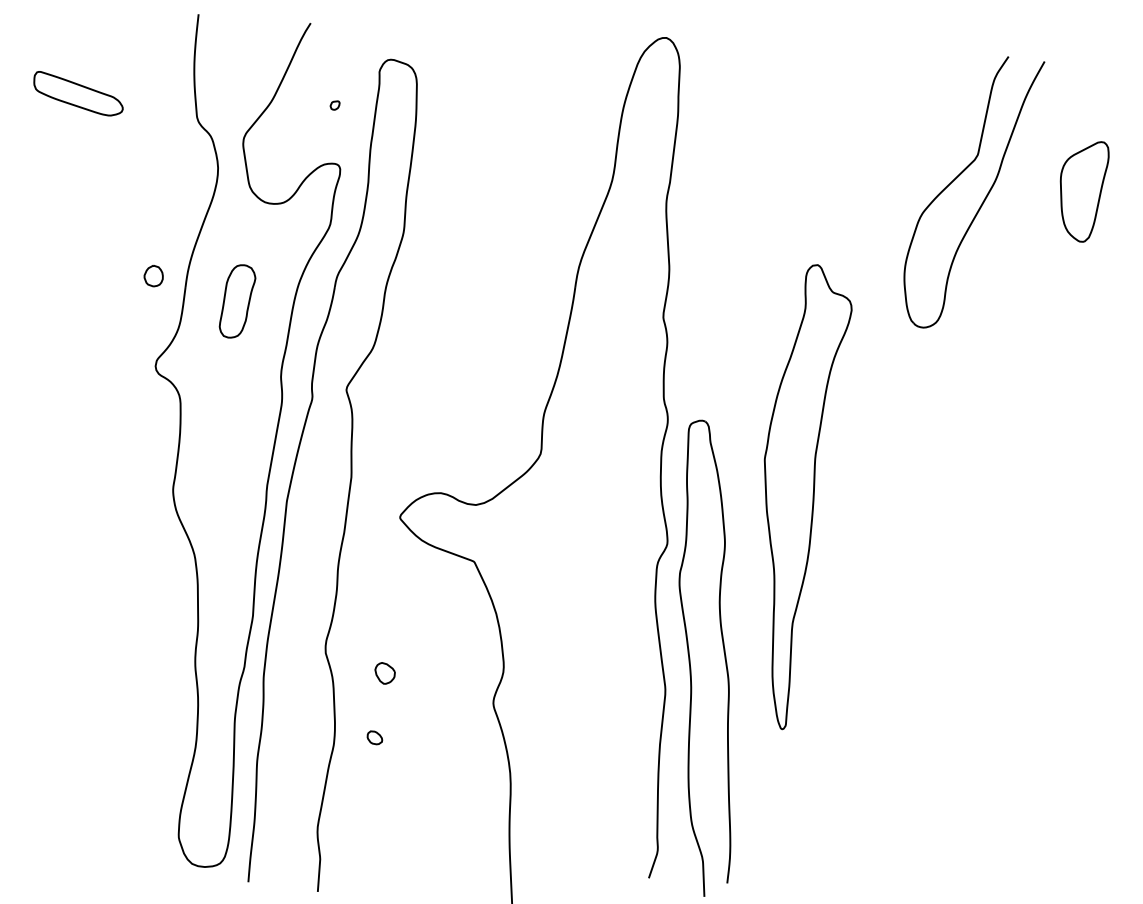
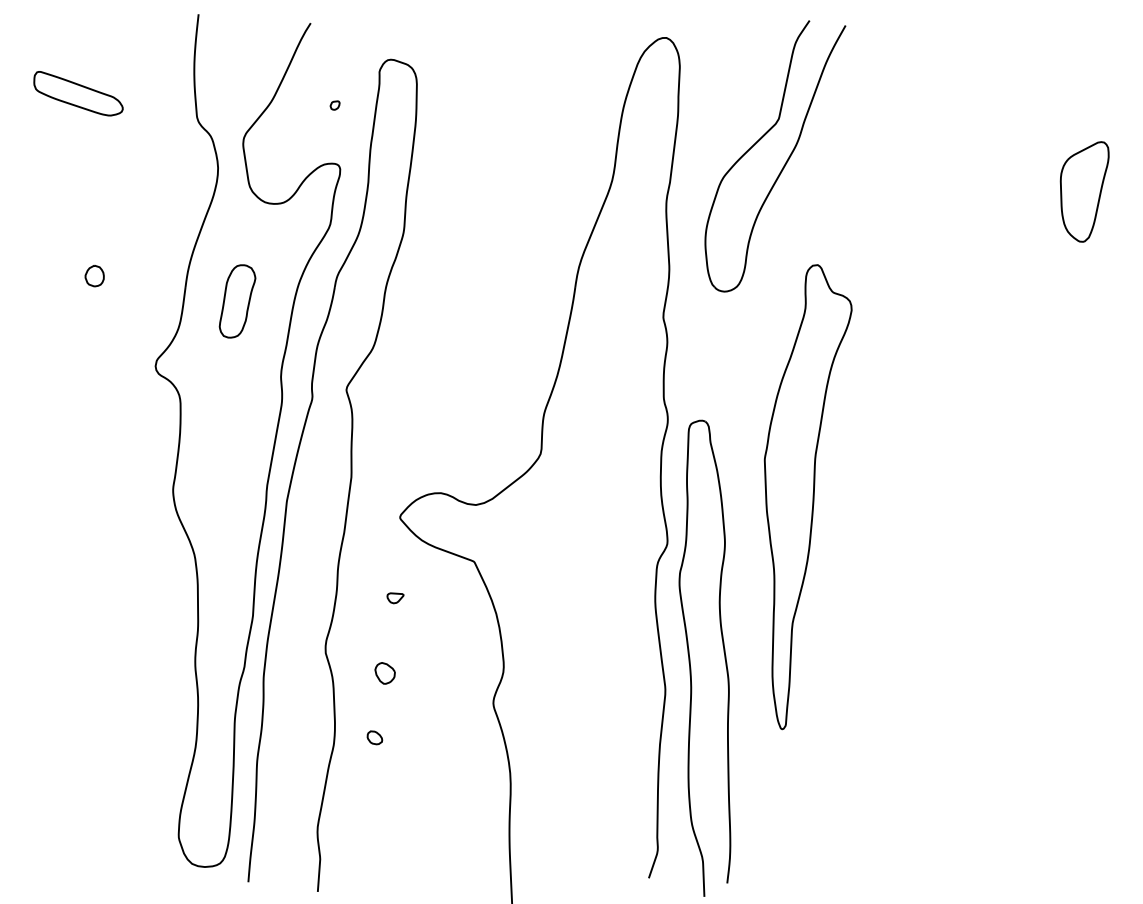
part at (984, 198) position: (984, 198) -> (785, 162)
part at (153, 276) position: (153, 276) -> (94, 276)
part at (395, 598): none -> present
